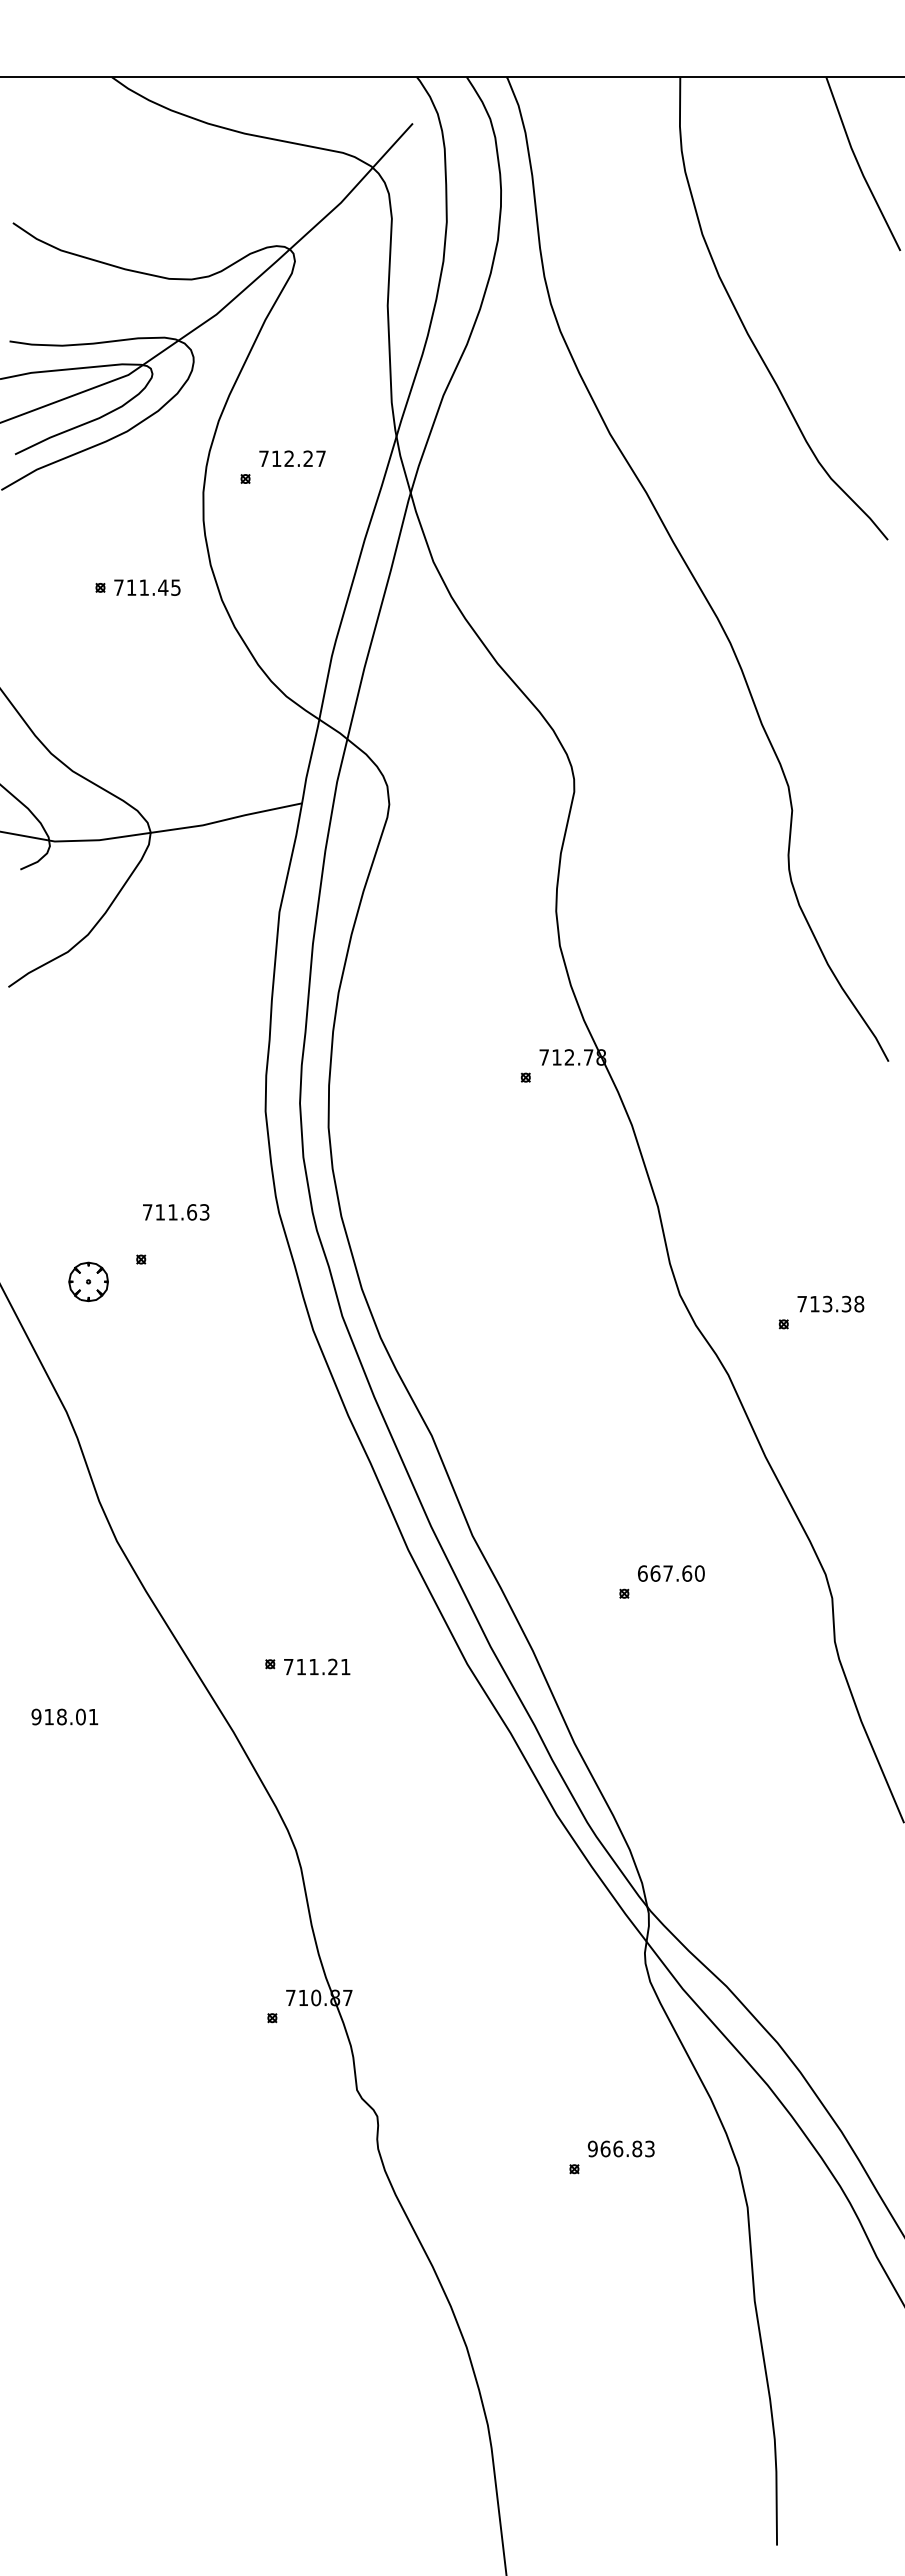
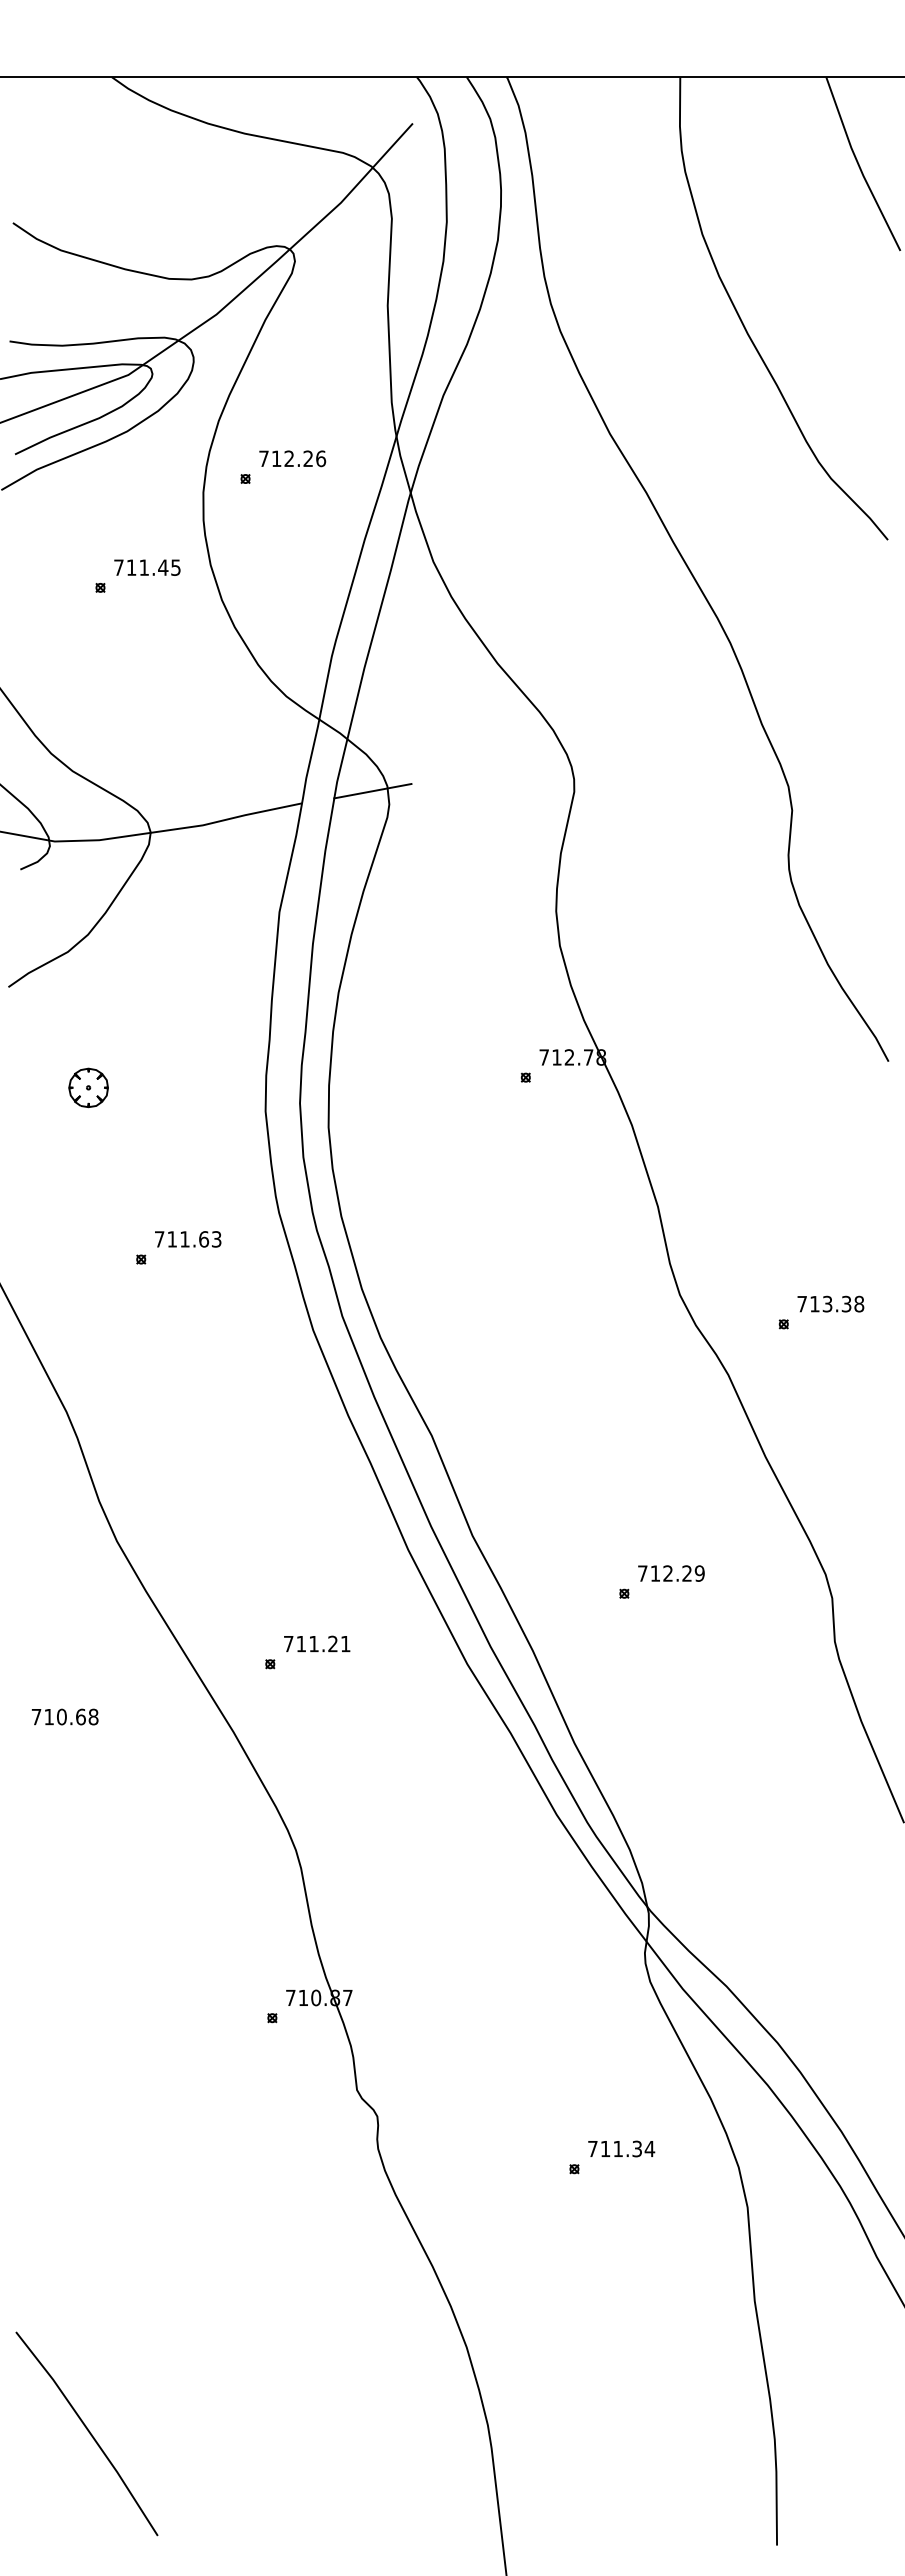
text at (321, 458): 712.27 -> 712.26
text at (147, 587) position: (147, 587) -> (147, 567)
line at (372, 791): none -> present
text at (176, 1212) position: (176, 1212) -> (188, 1239)
part at (88, 1281) position: (88, 1281) -> (88, 1087)
text at (671, 1573): 667.60 -> 712.29
text at (317, 1666) position: (317, 1666) -> (317, 1643)
text at (64, 1716): 918.01 -> 710.68
text at (621, 2148): 966.83 -> 711.34
line at (87, 2431): none -> present
